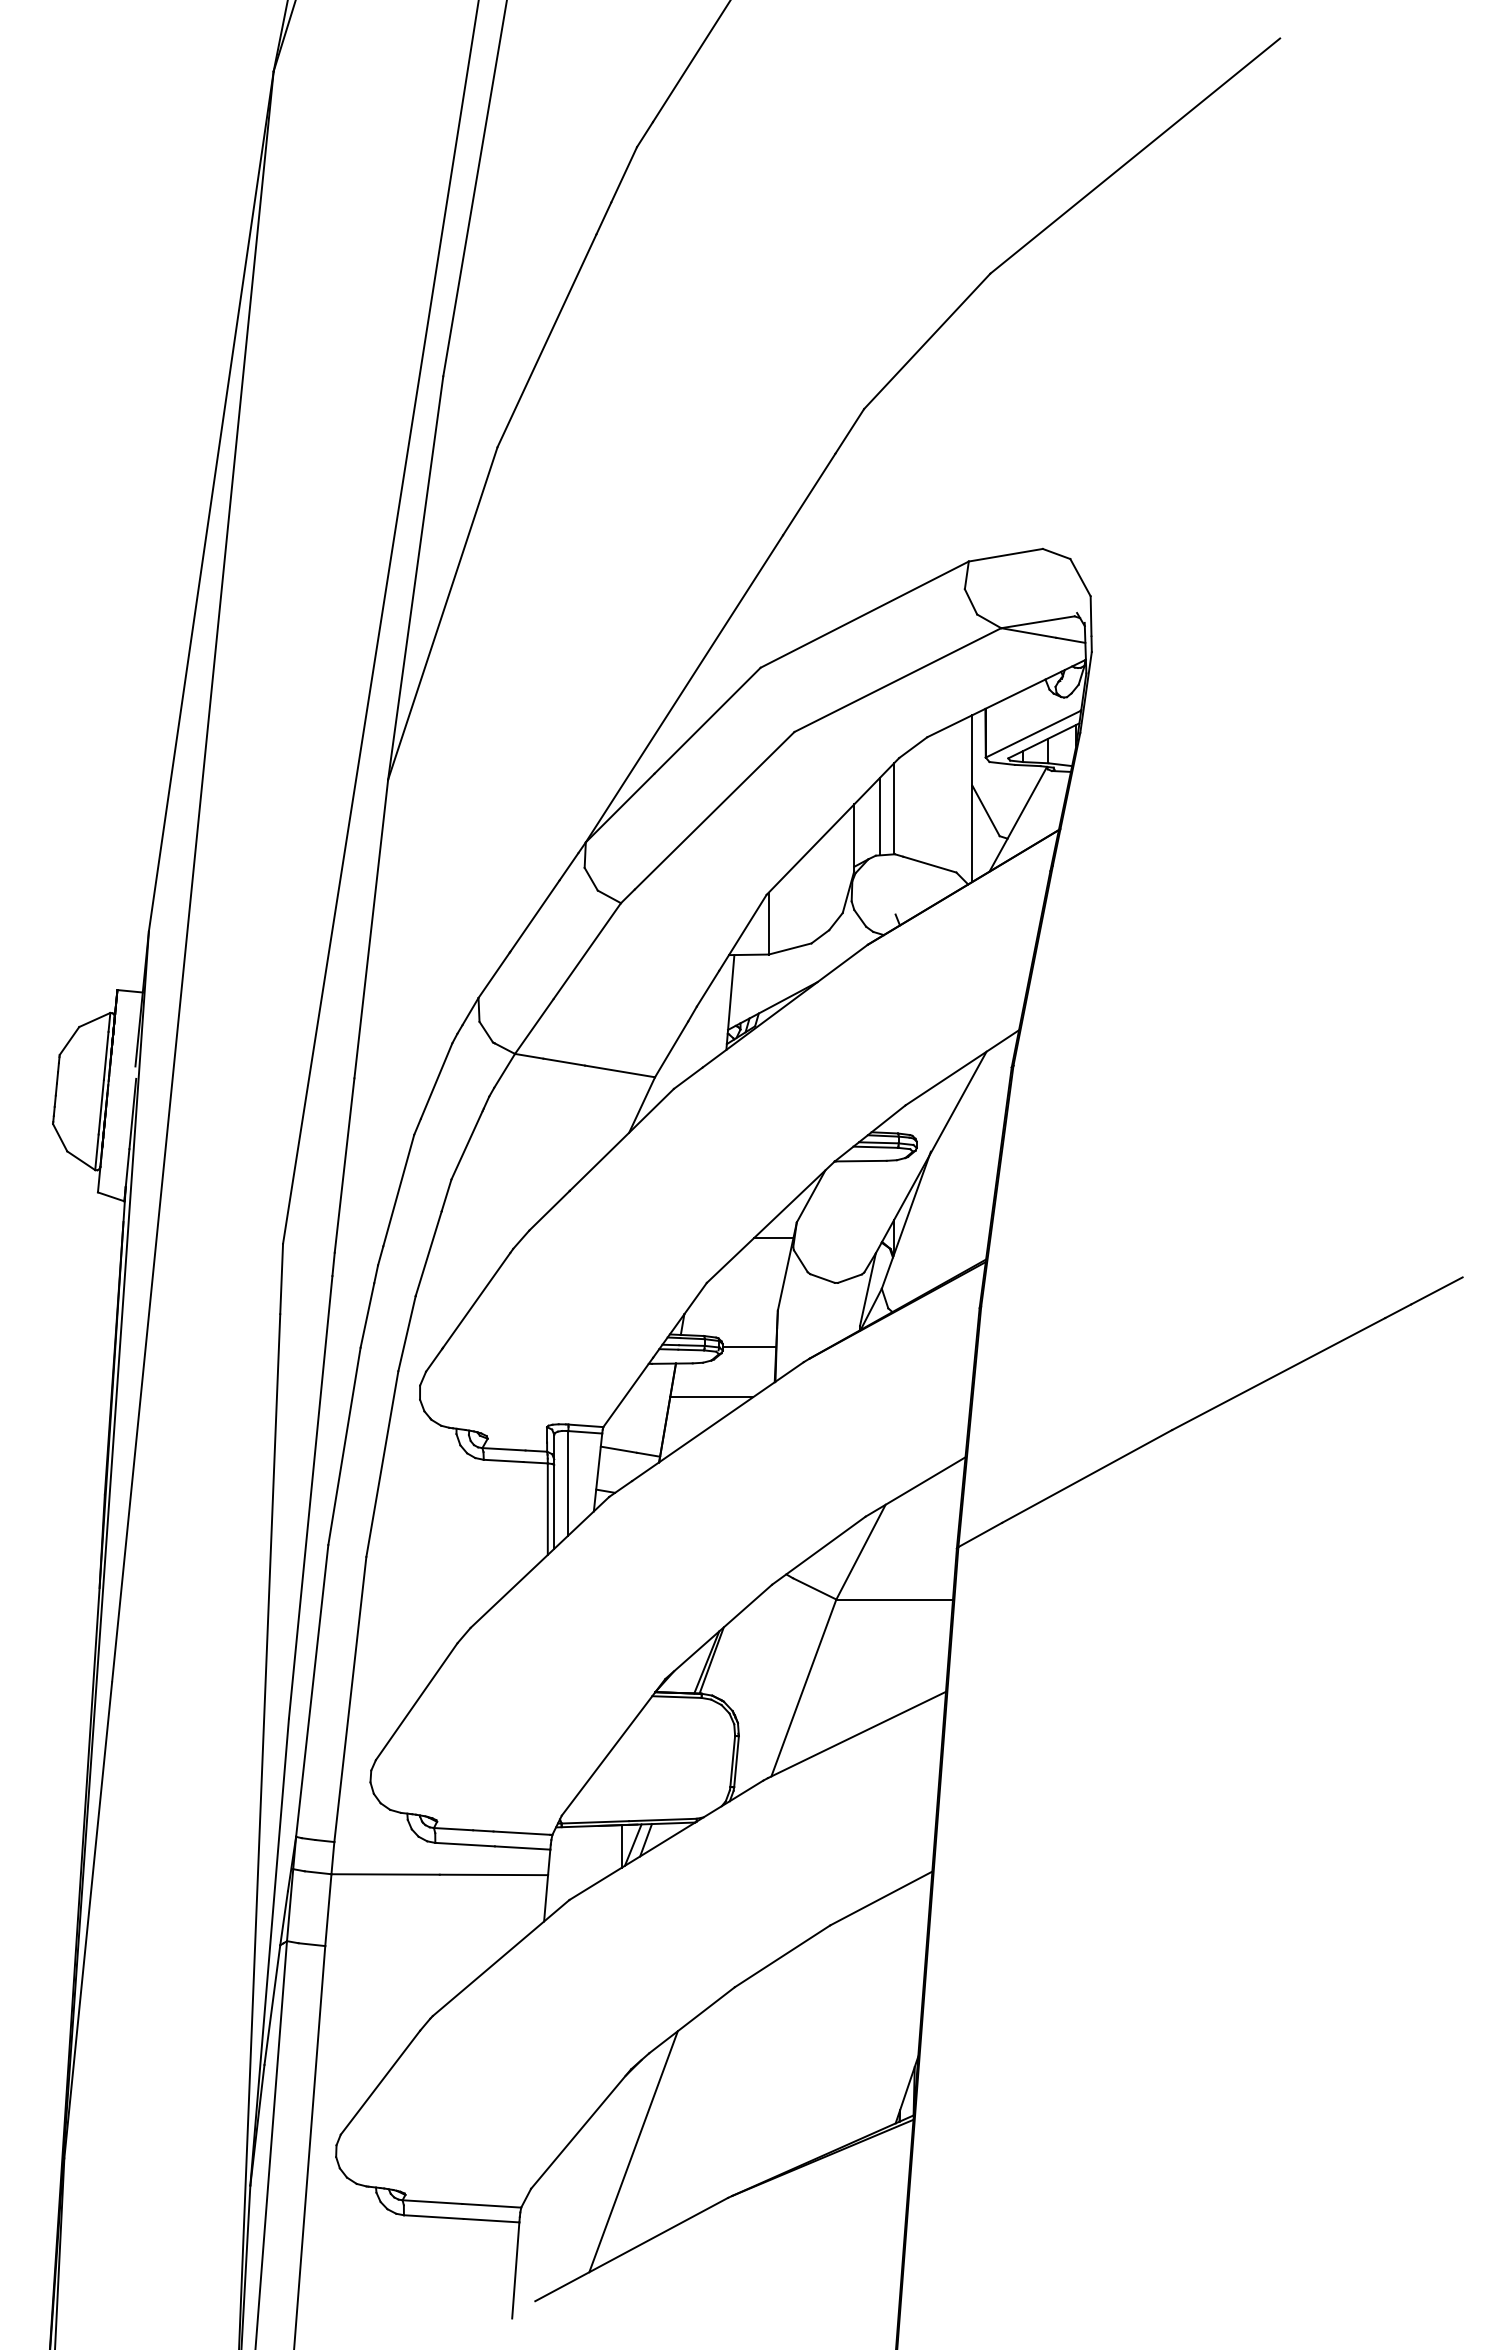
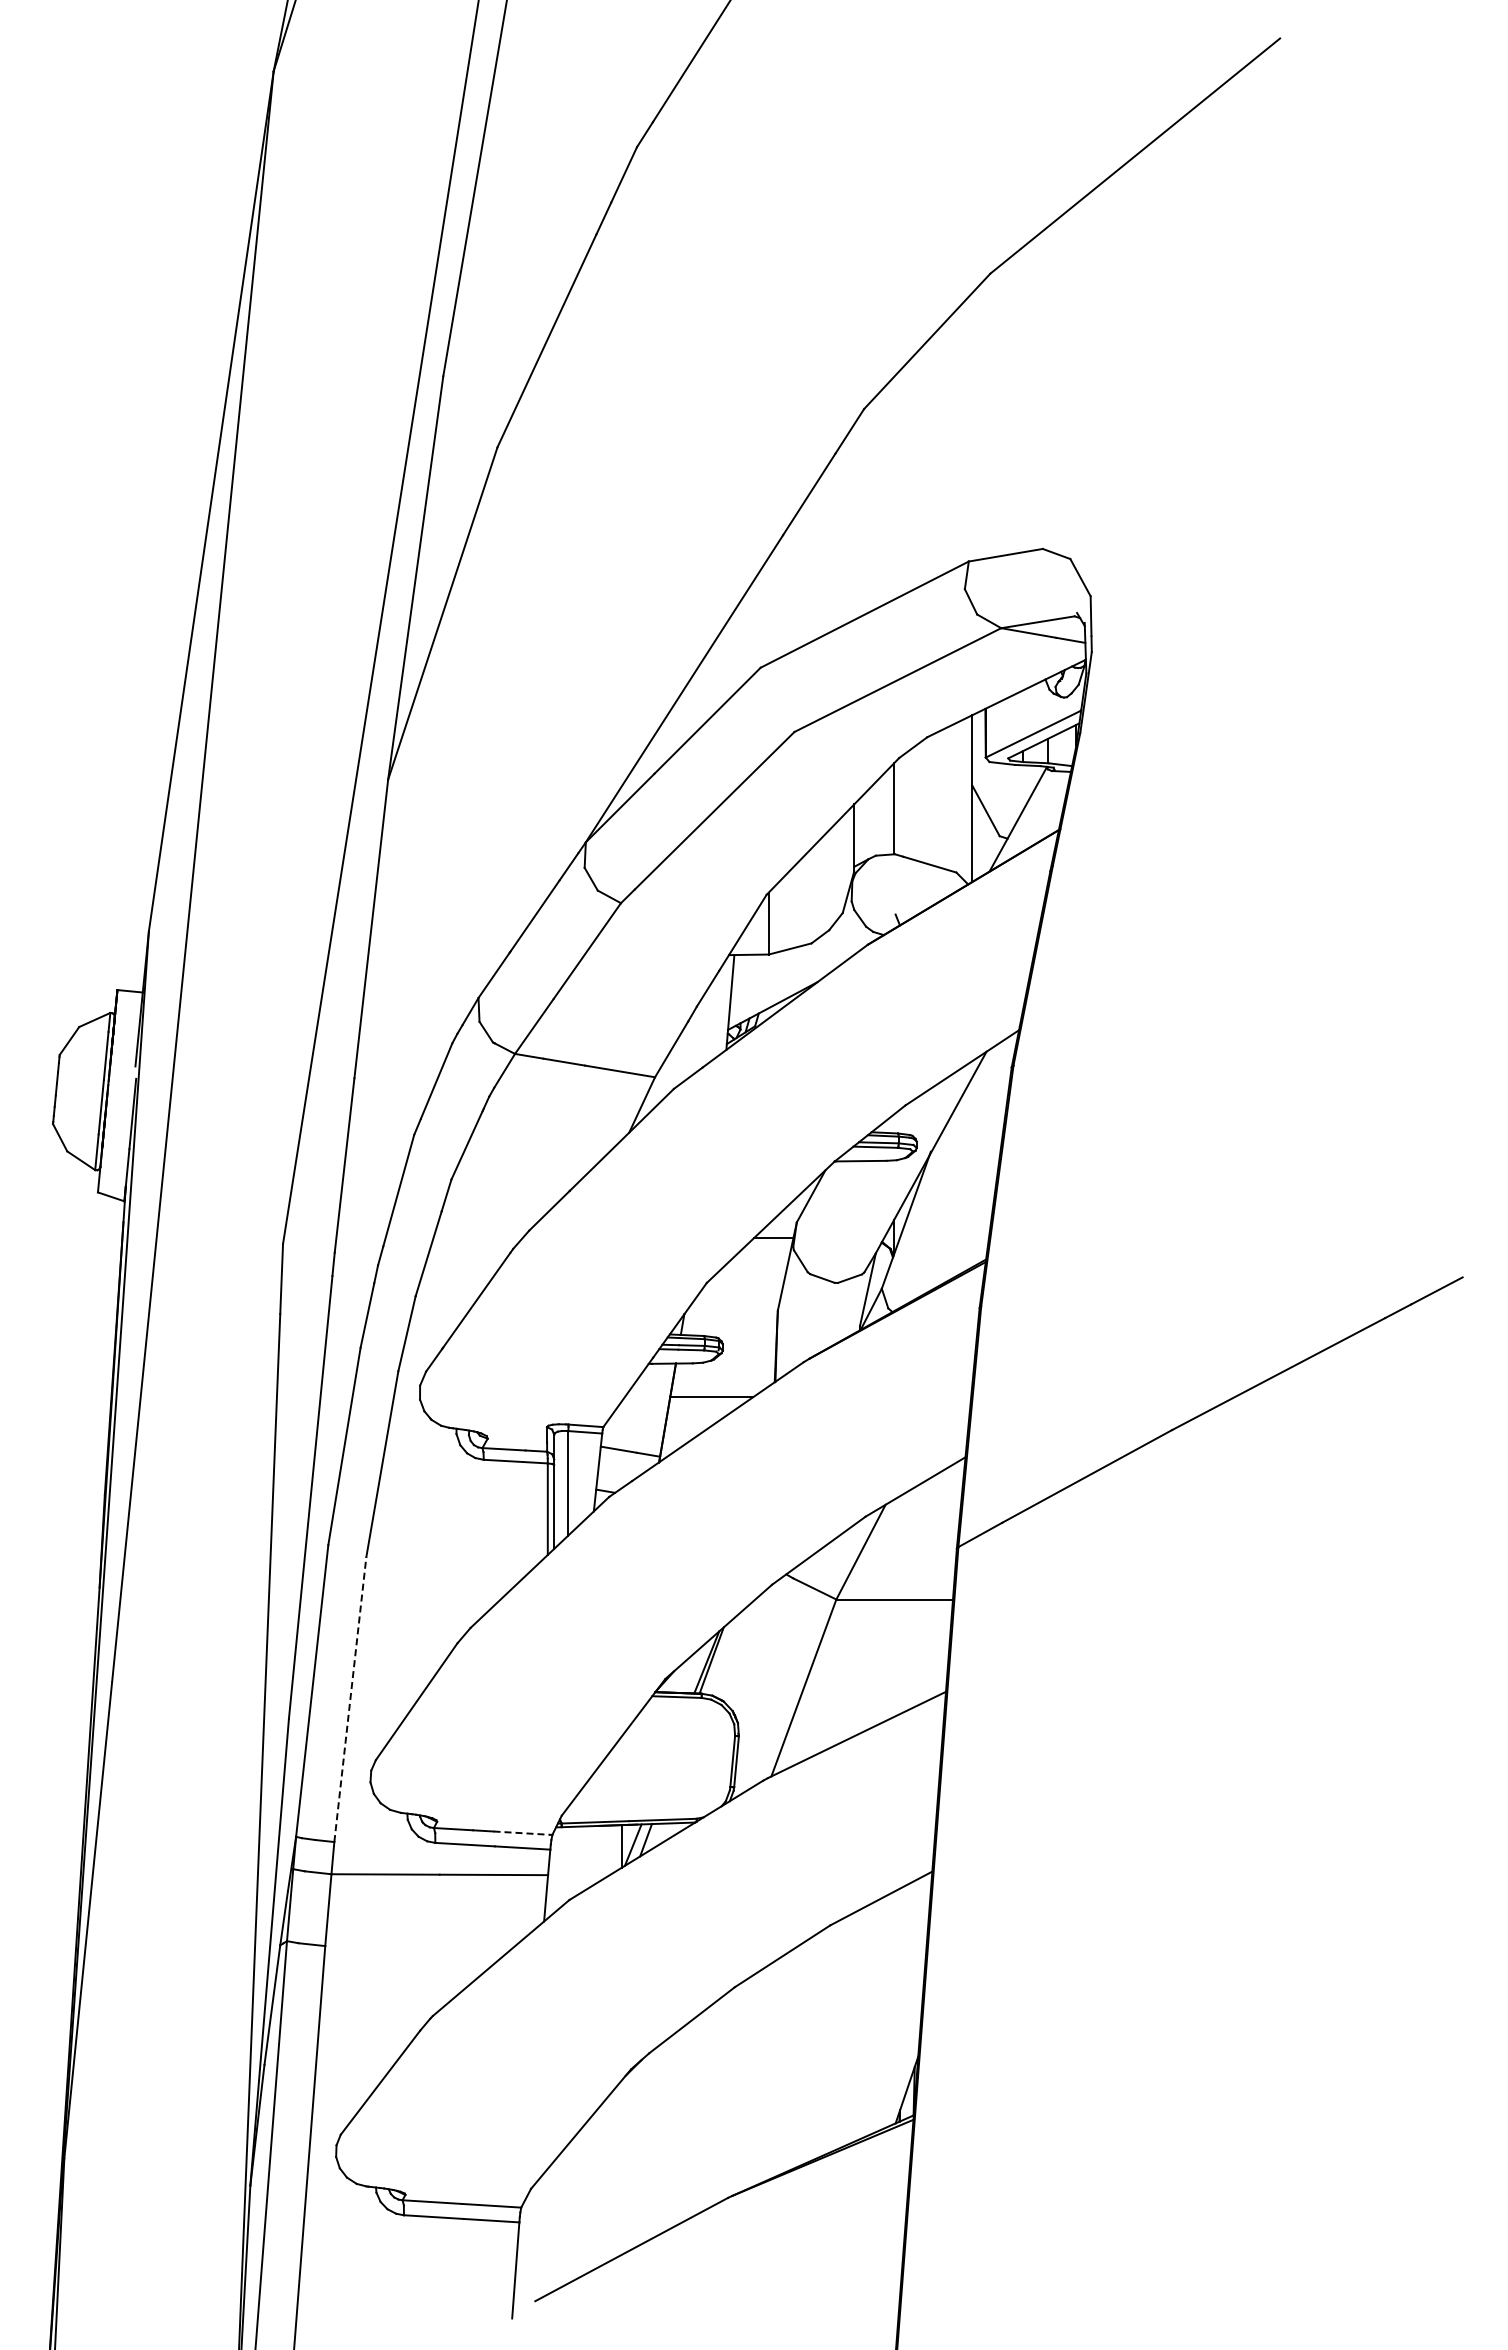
line at (880, 816): present -> none
line at (749, 1346): present -> none
line at (350, 1699): solid -> dashed
line at (522, 1833): solid -> dashed
line at (633, 2151): present -> none
